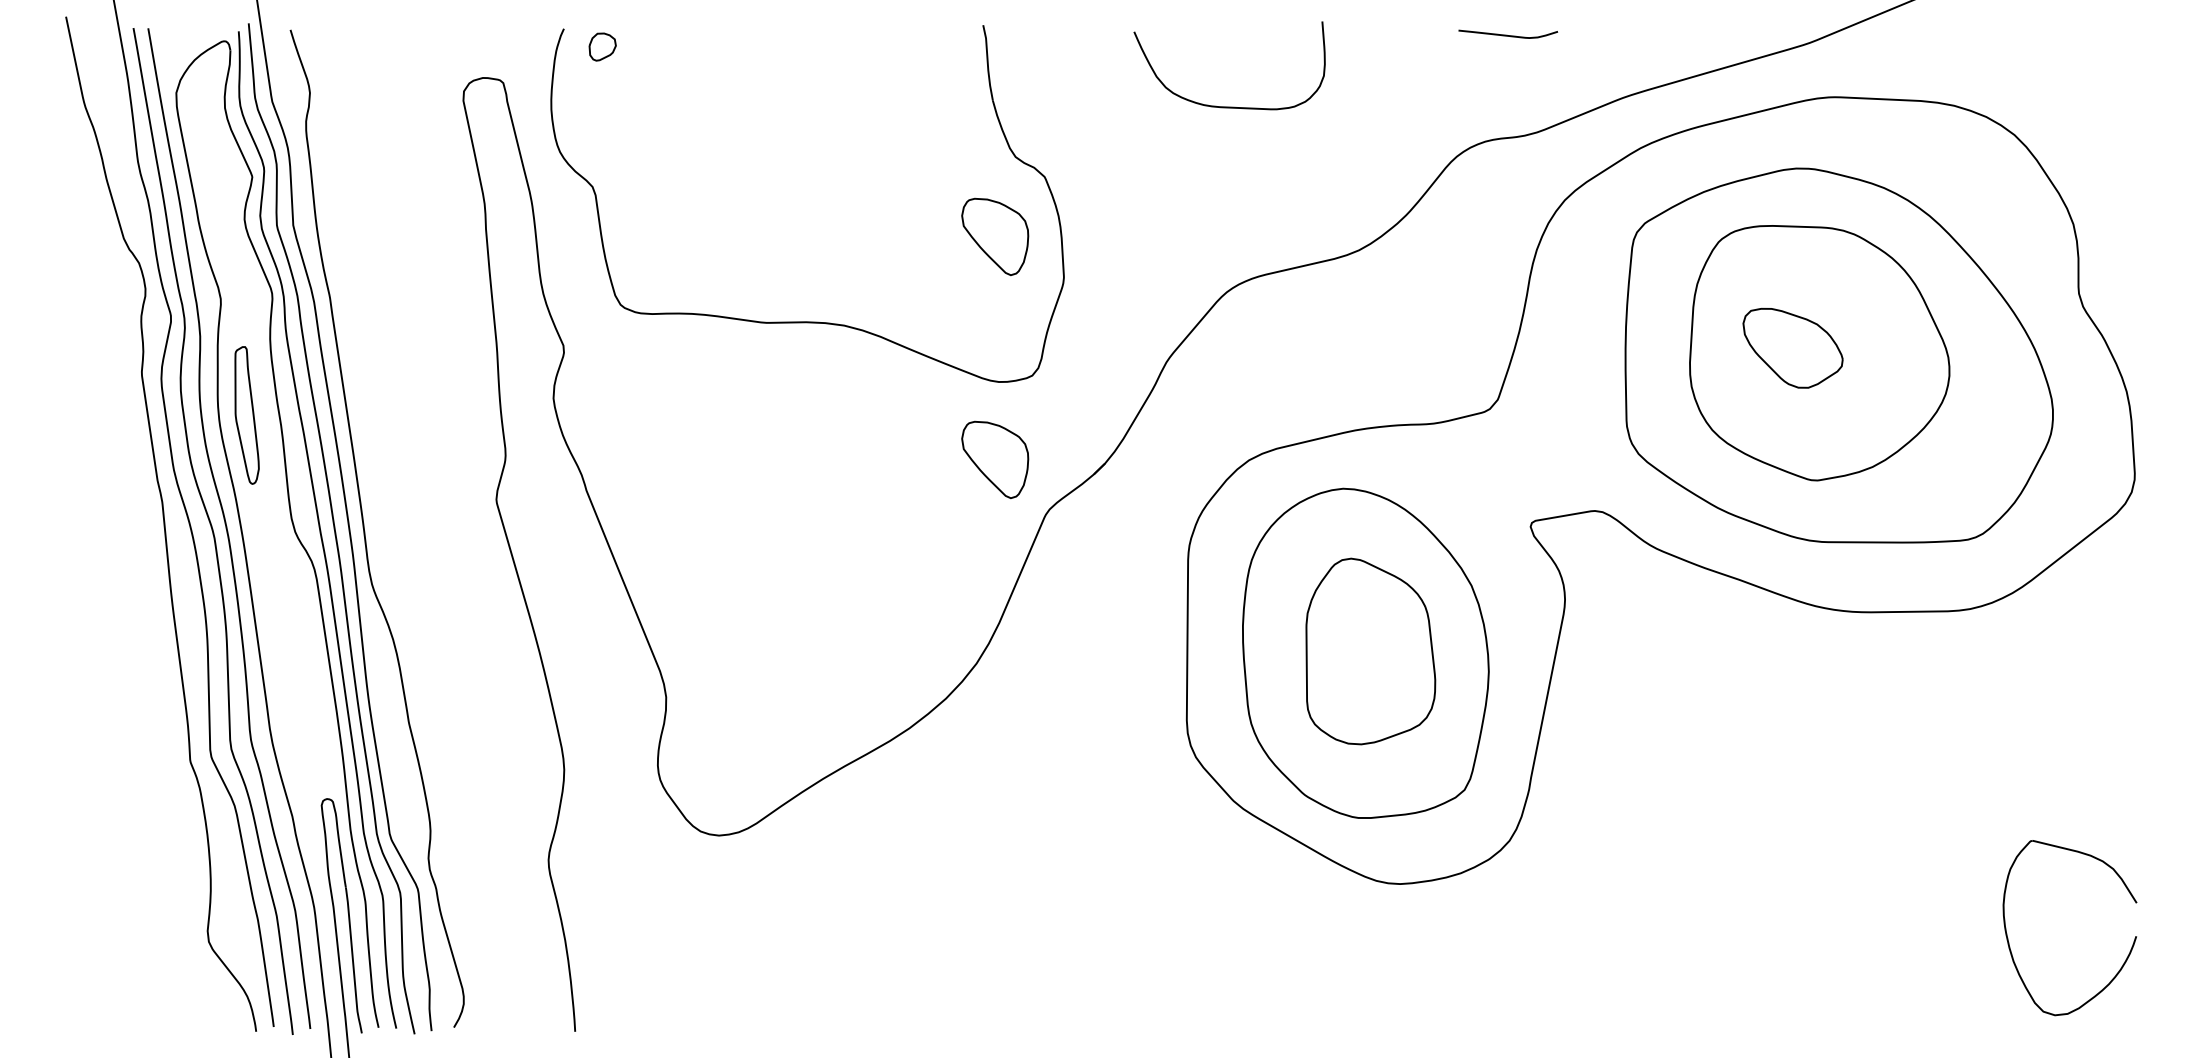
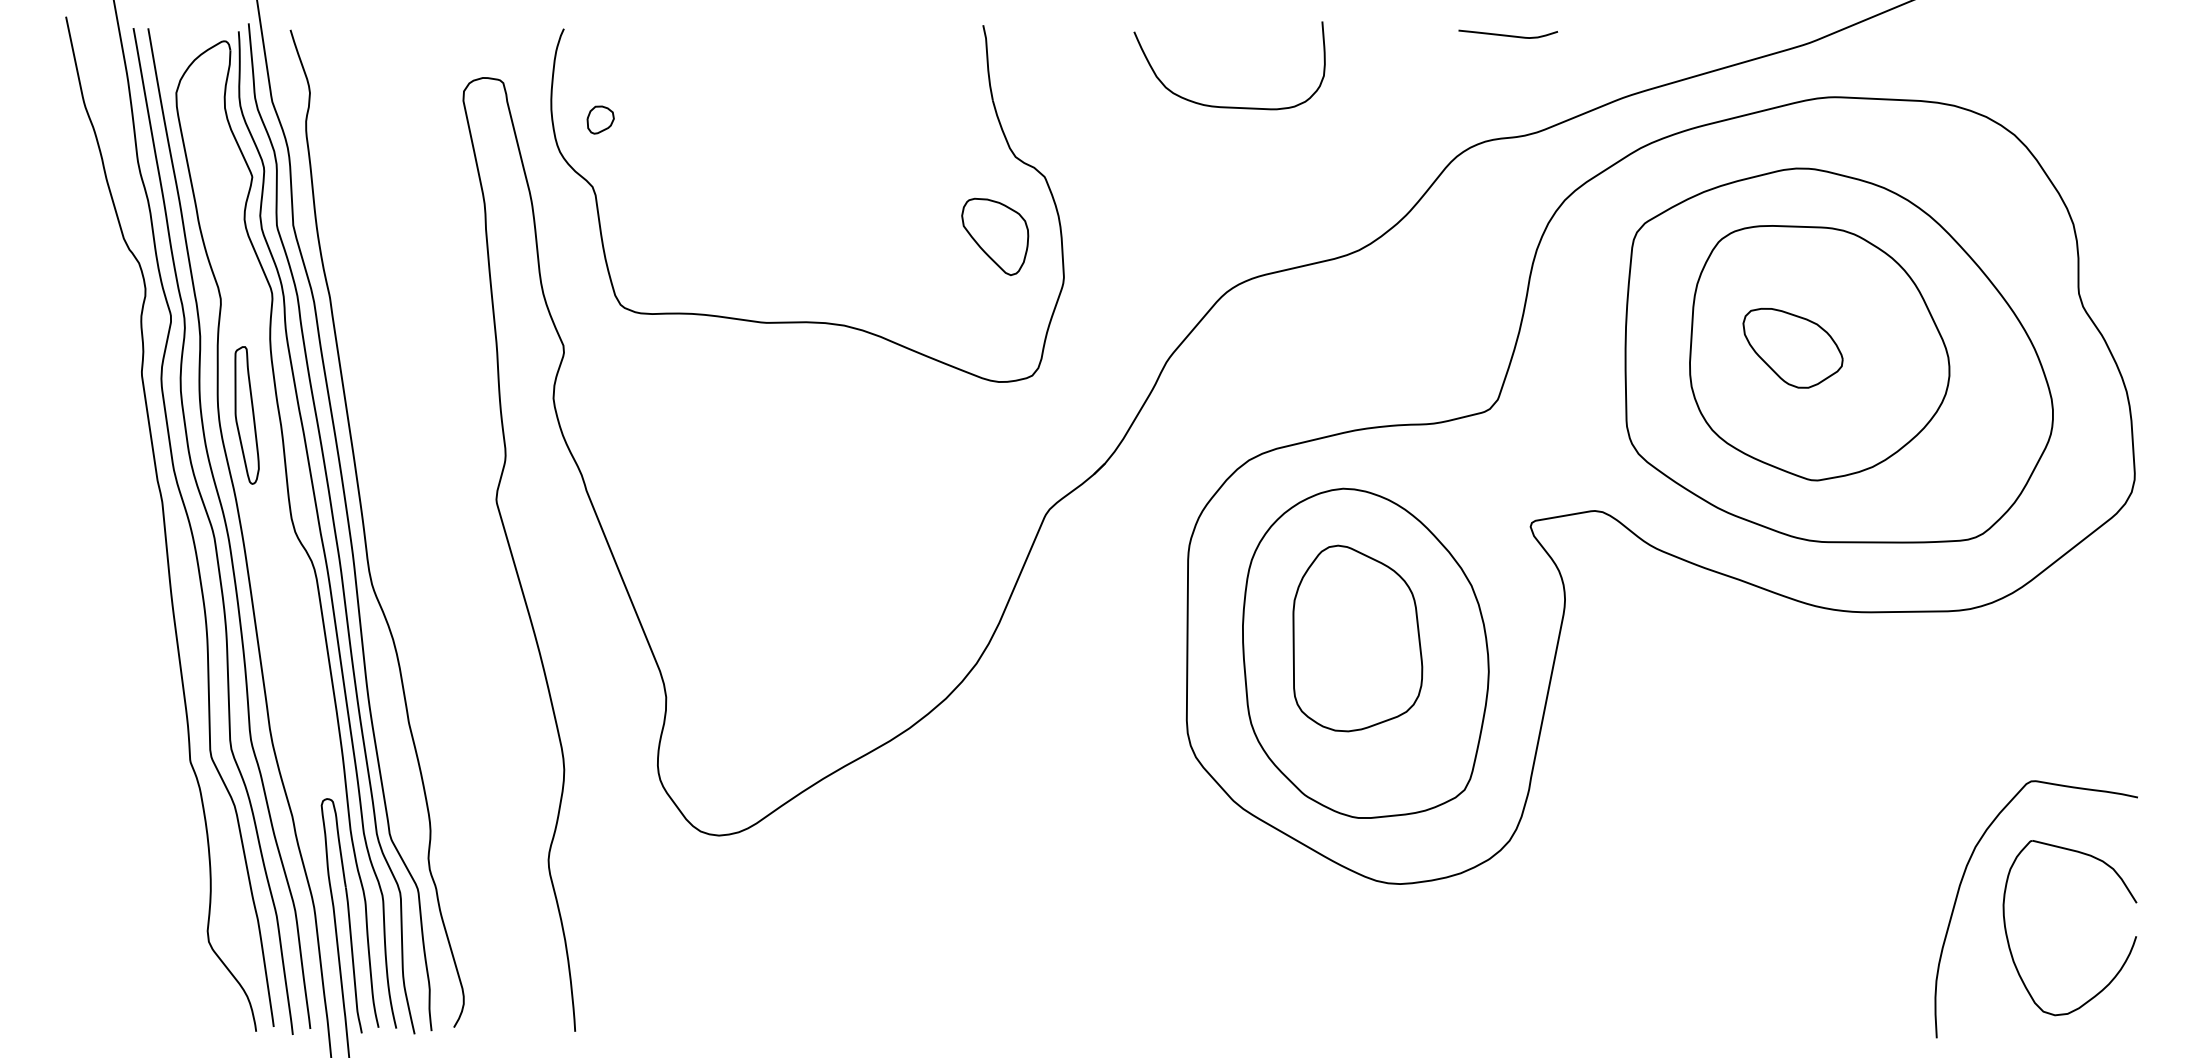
part at (602, 46) position: (602, 46) -> (600, 119)
part at (995, 459): present -> none
part at (1370, 651) position: (1370, 651) -> (1357, 638)
curve at (1959, 891): none -> present
